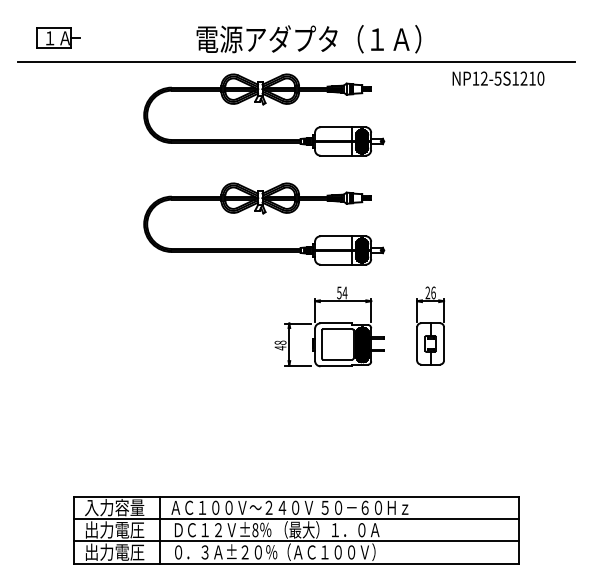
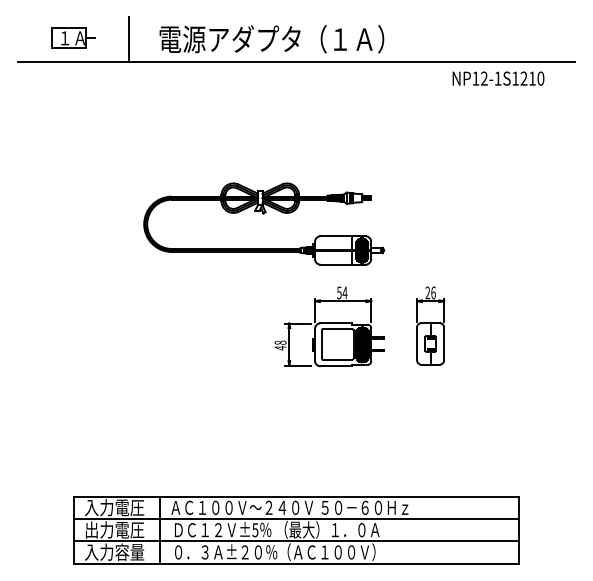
part at (58, 37) position: (58, 37) -> (73, 37)
line at (129, 39): none -> present
text at (308, 39) position: (308, 39) -> (271, 39)
text at (497, 78): NP12-5S1210 -> NP12-1S1210
part at (263, 105): present -> none
text at (129, 507): 入力容量 -> 入力電圧
text at (255, 530): ±8 -> ±5
text at (114, 551): 出力電圧 -> 入力容量
